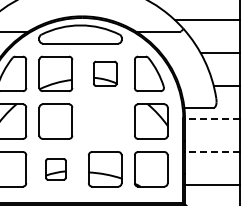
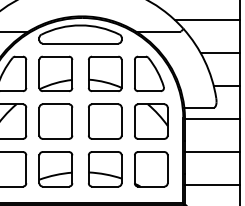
part at (105, 73) size: 25x27 px -> 35x37 px
line at (212, 119): dashed -> solid
part at (105, 121): none -> present
line at (212, 152): dashed -> solid
part at (55, 169) size: 22x23 px -> 36x37 px
